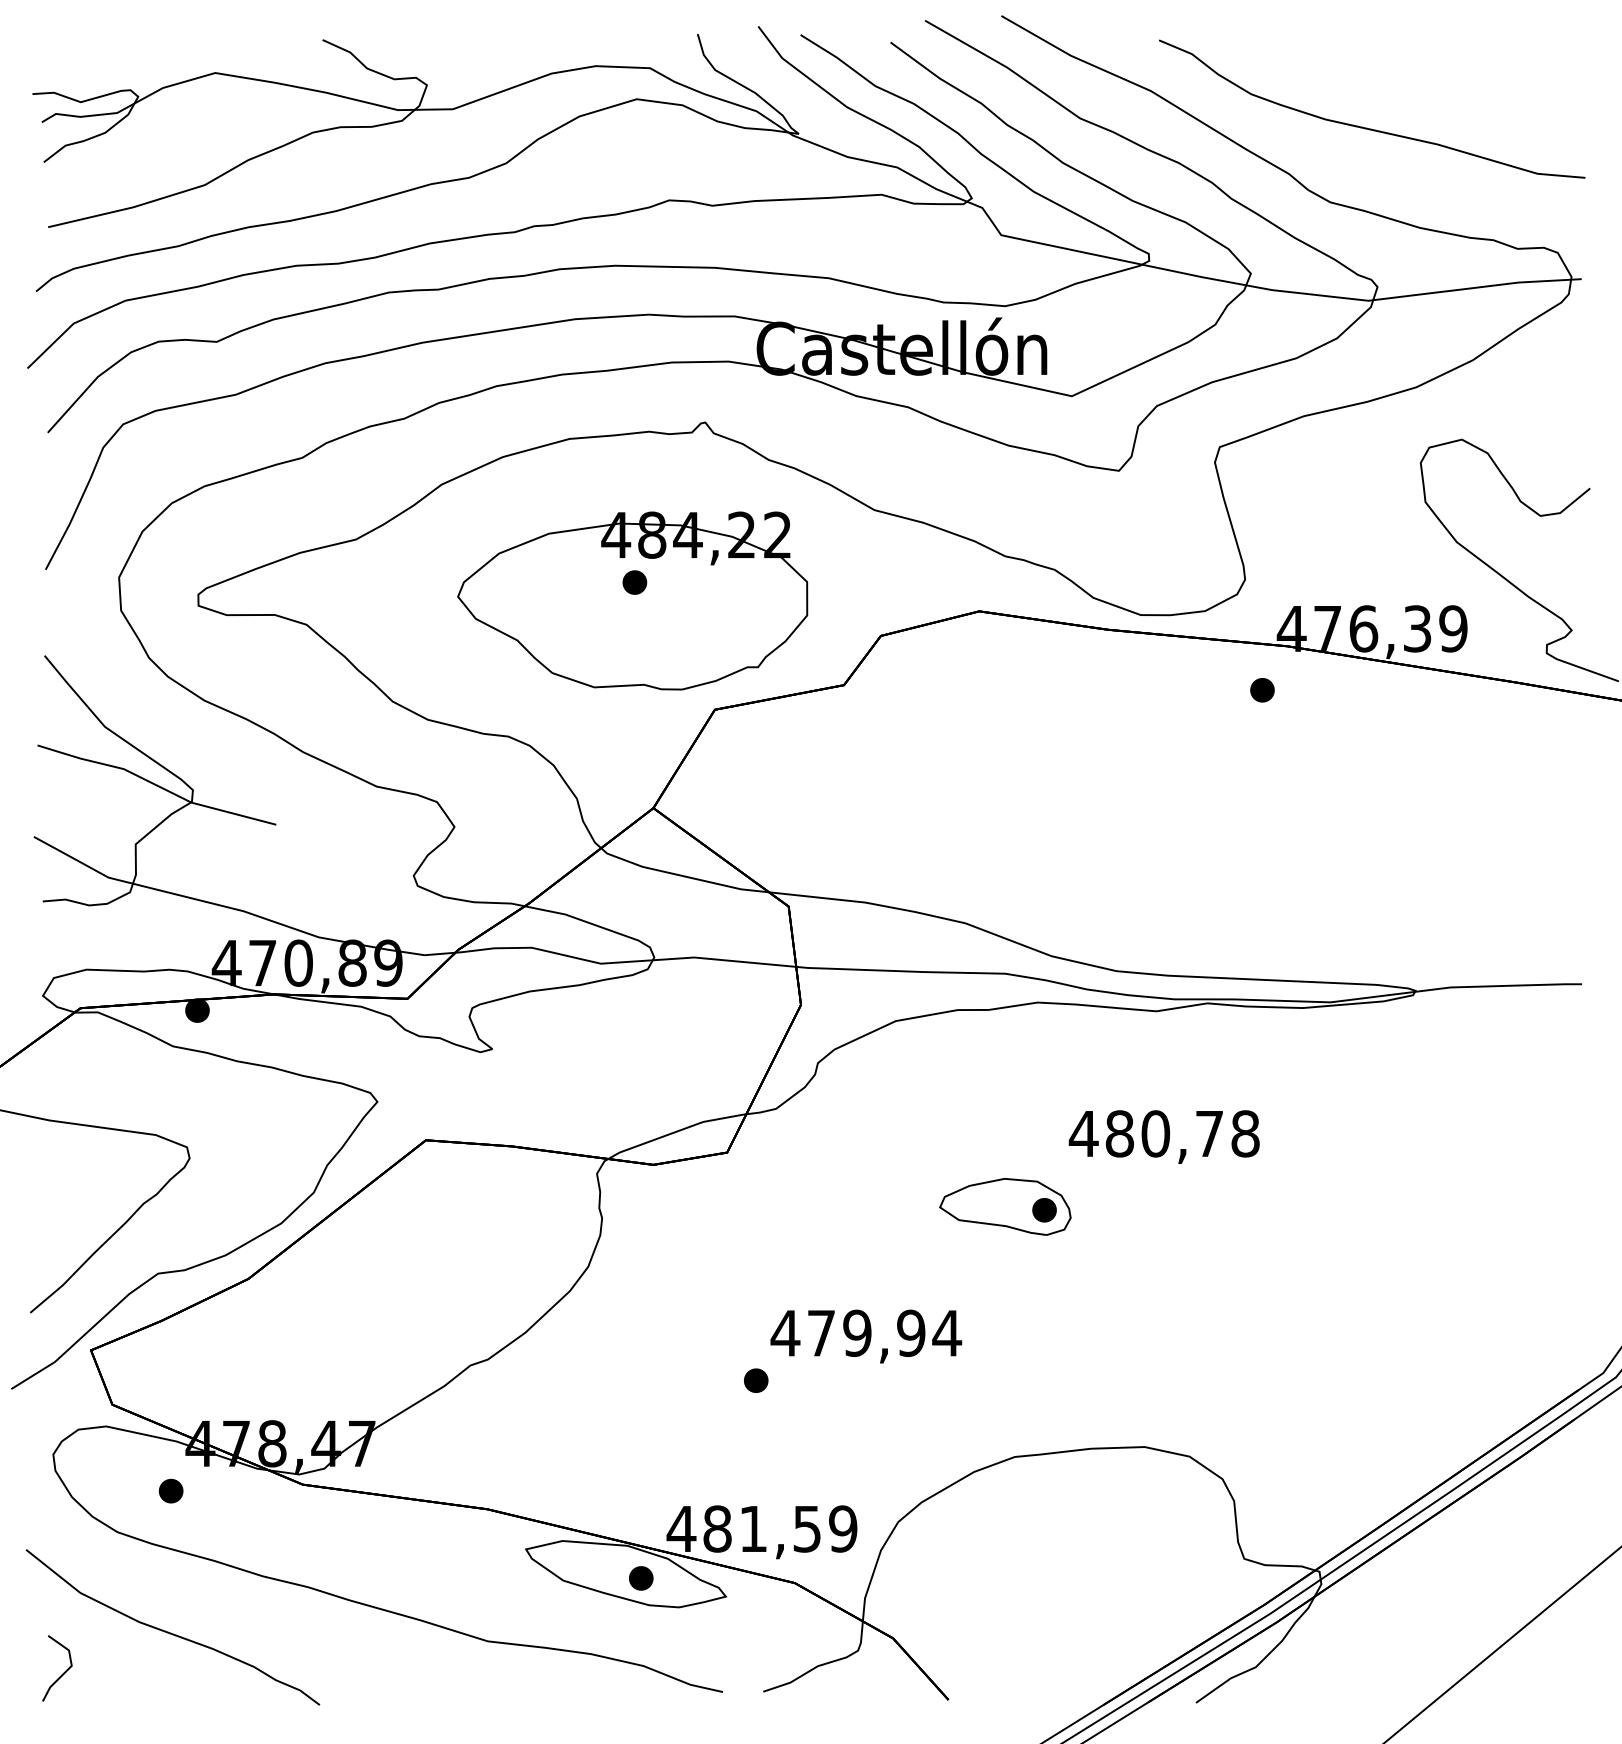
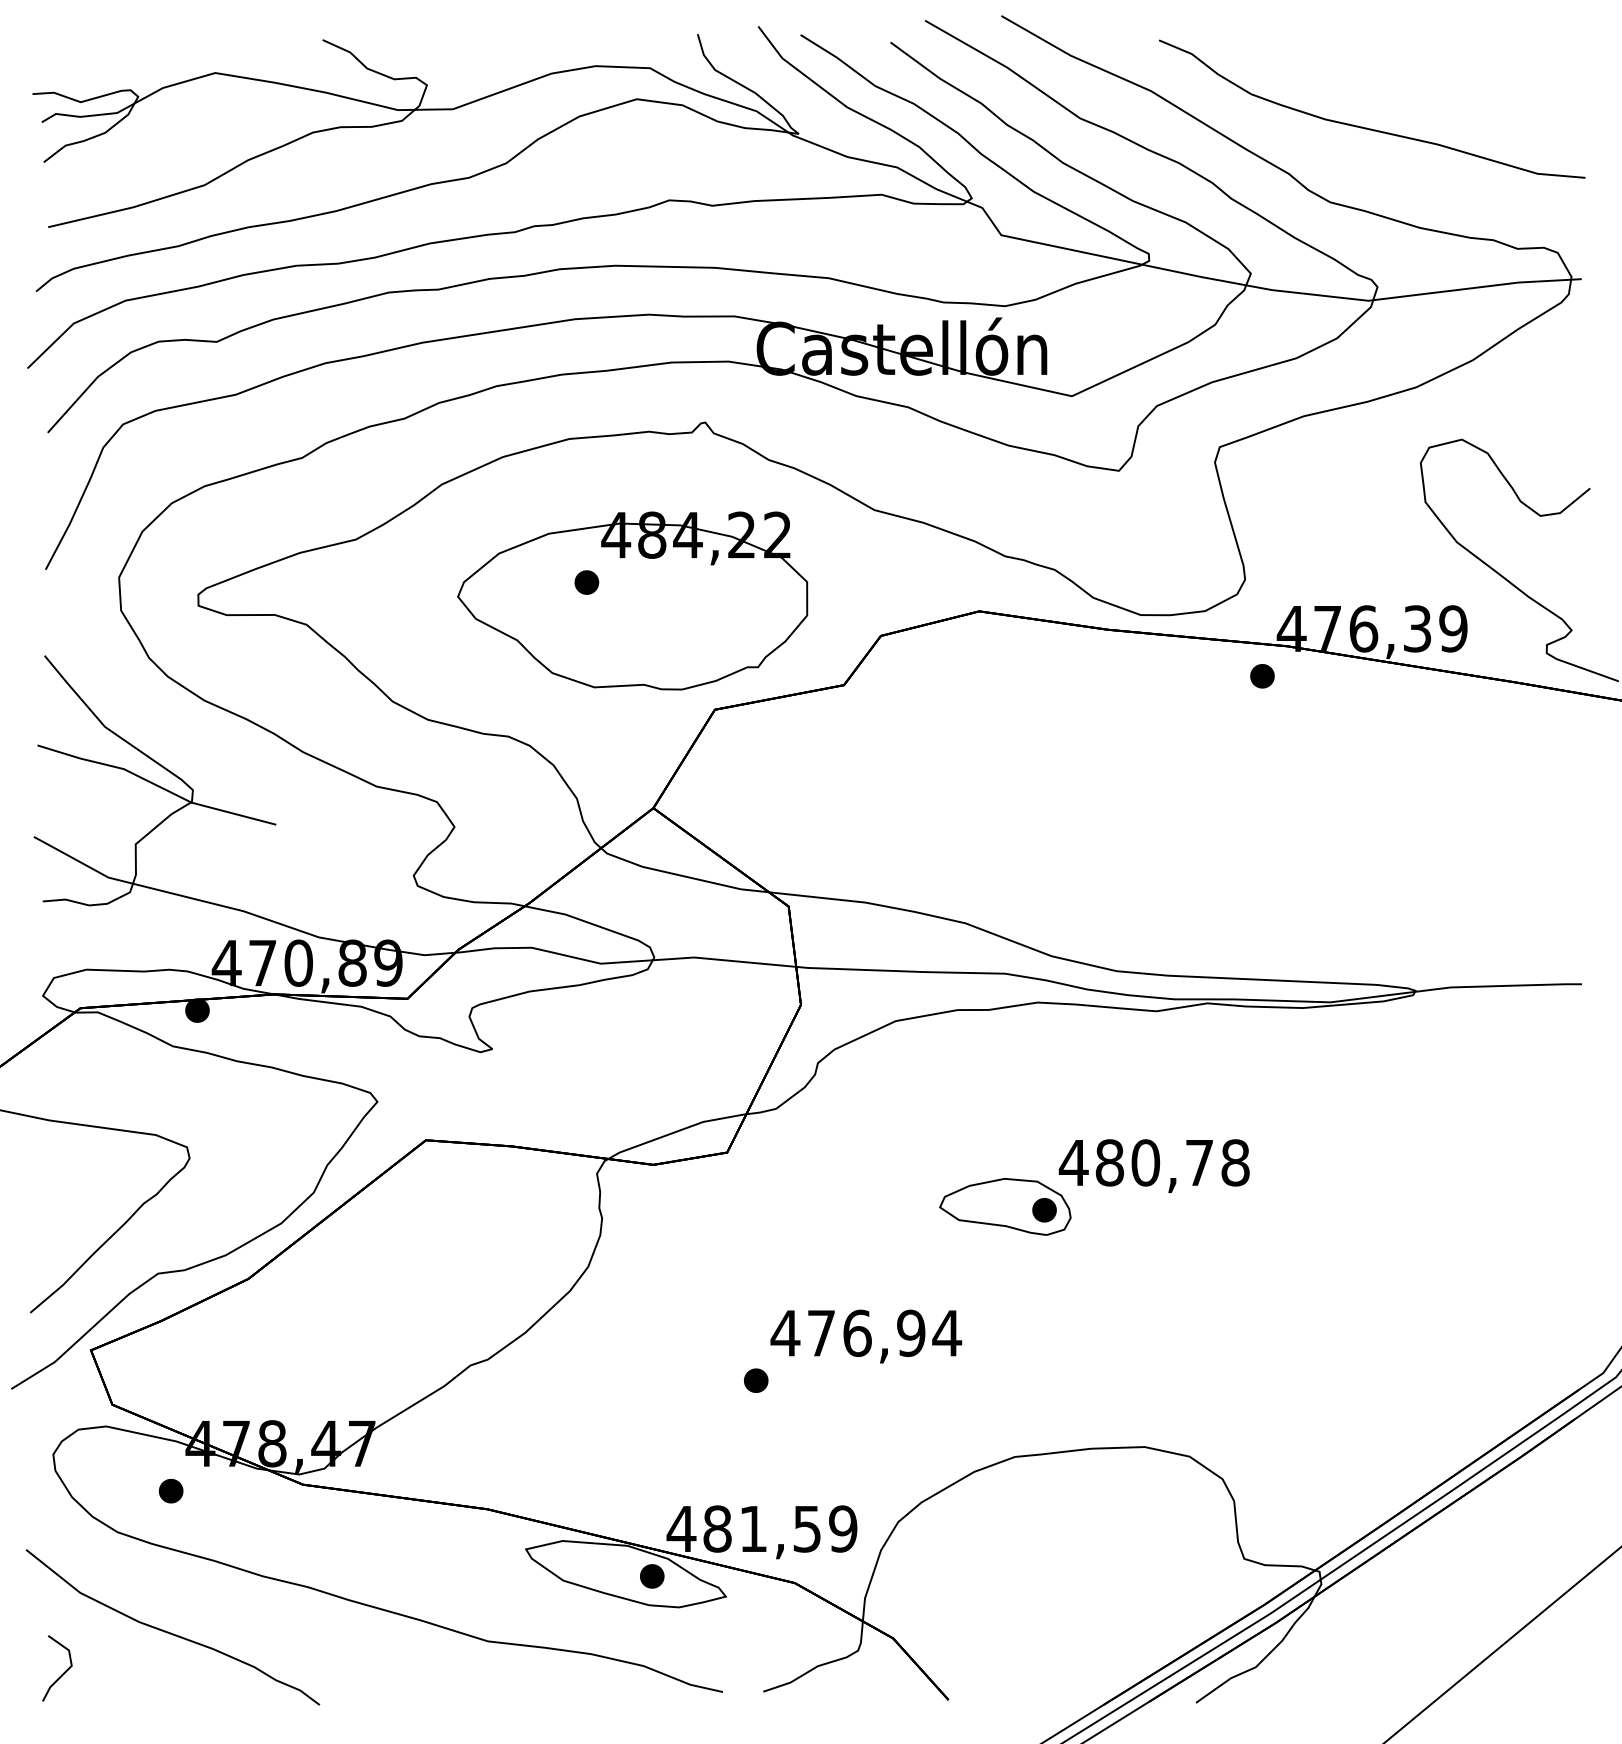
part at (634, 582) position: (634, 582) -> (586, 582)
part at (1262, 690) position: (1262, 690) -> (1262, 676)
text at (1163, 1136) position: (1163, 1136) -> (1153, 1165)
text at (857, 1333): 479,94 -> 476,94
part at (641, 1578) position: (641, 1578) -> (652, 1576)
